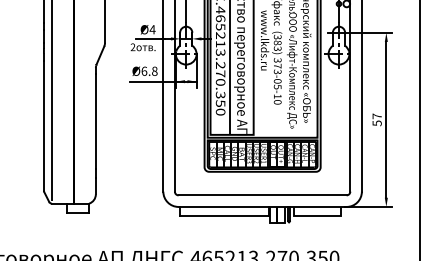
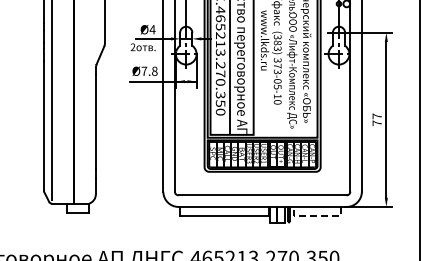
text at (144, 70): Ø6.8 -> Ø7.8
text at (376, 123): 57 -> 77
line at (317, 216): solid -> dashed
